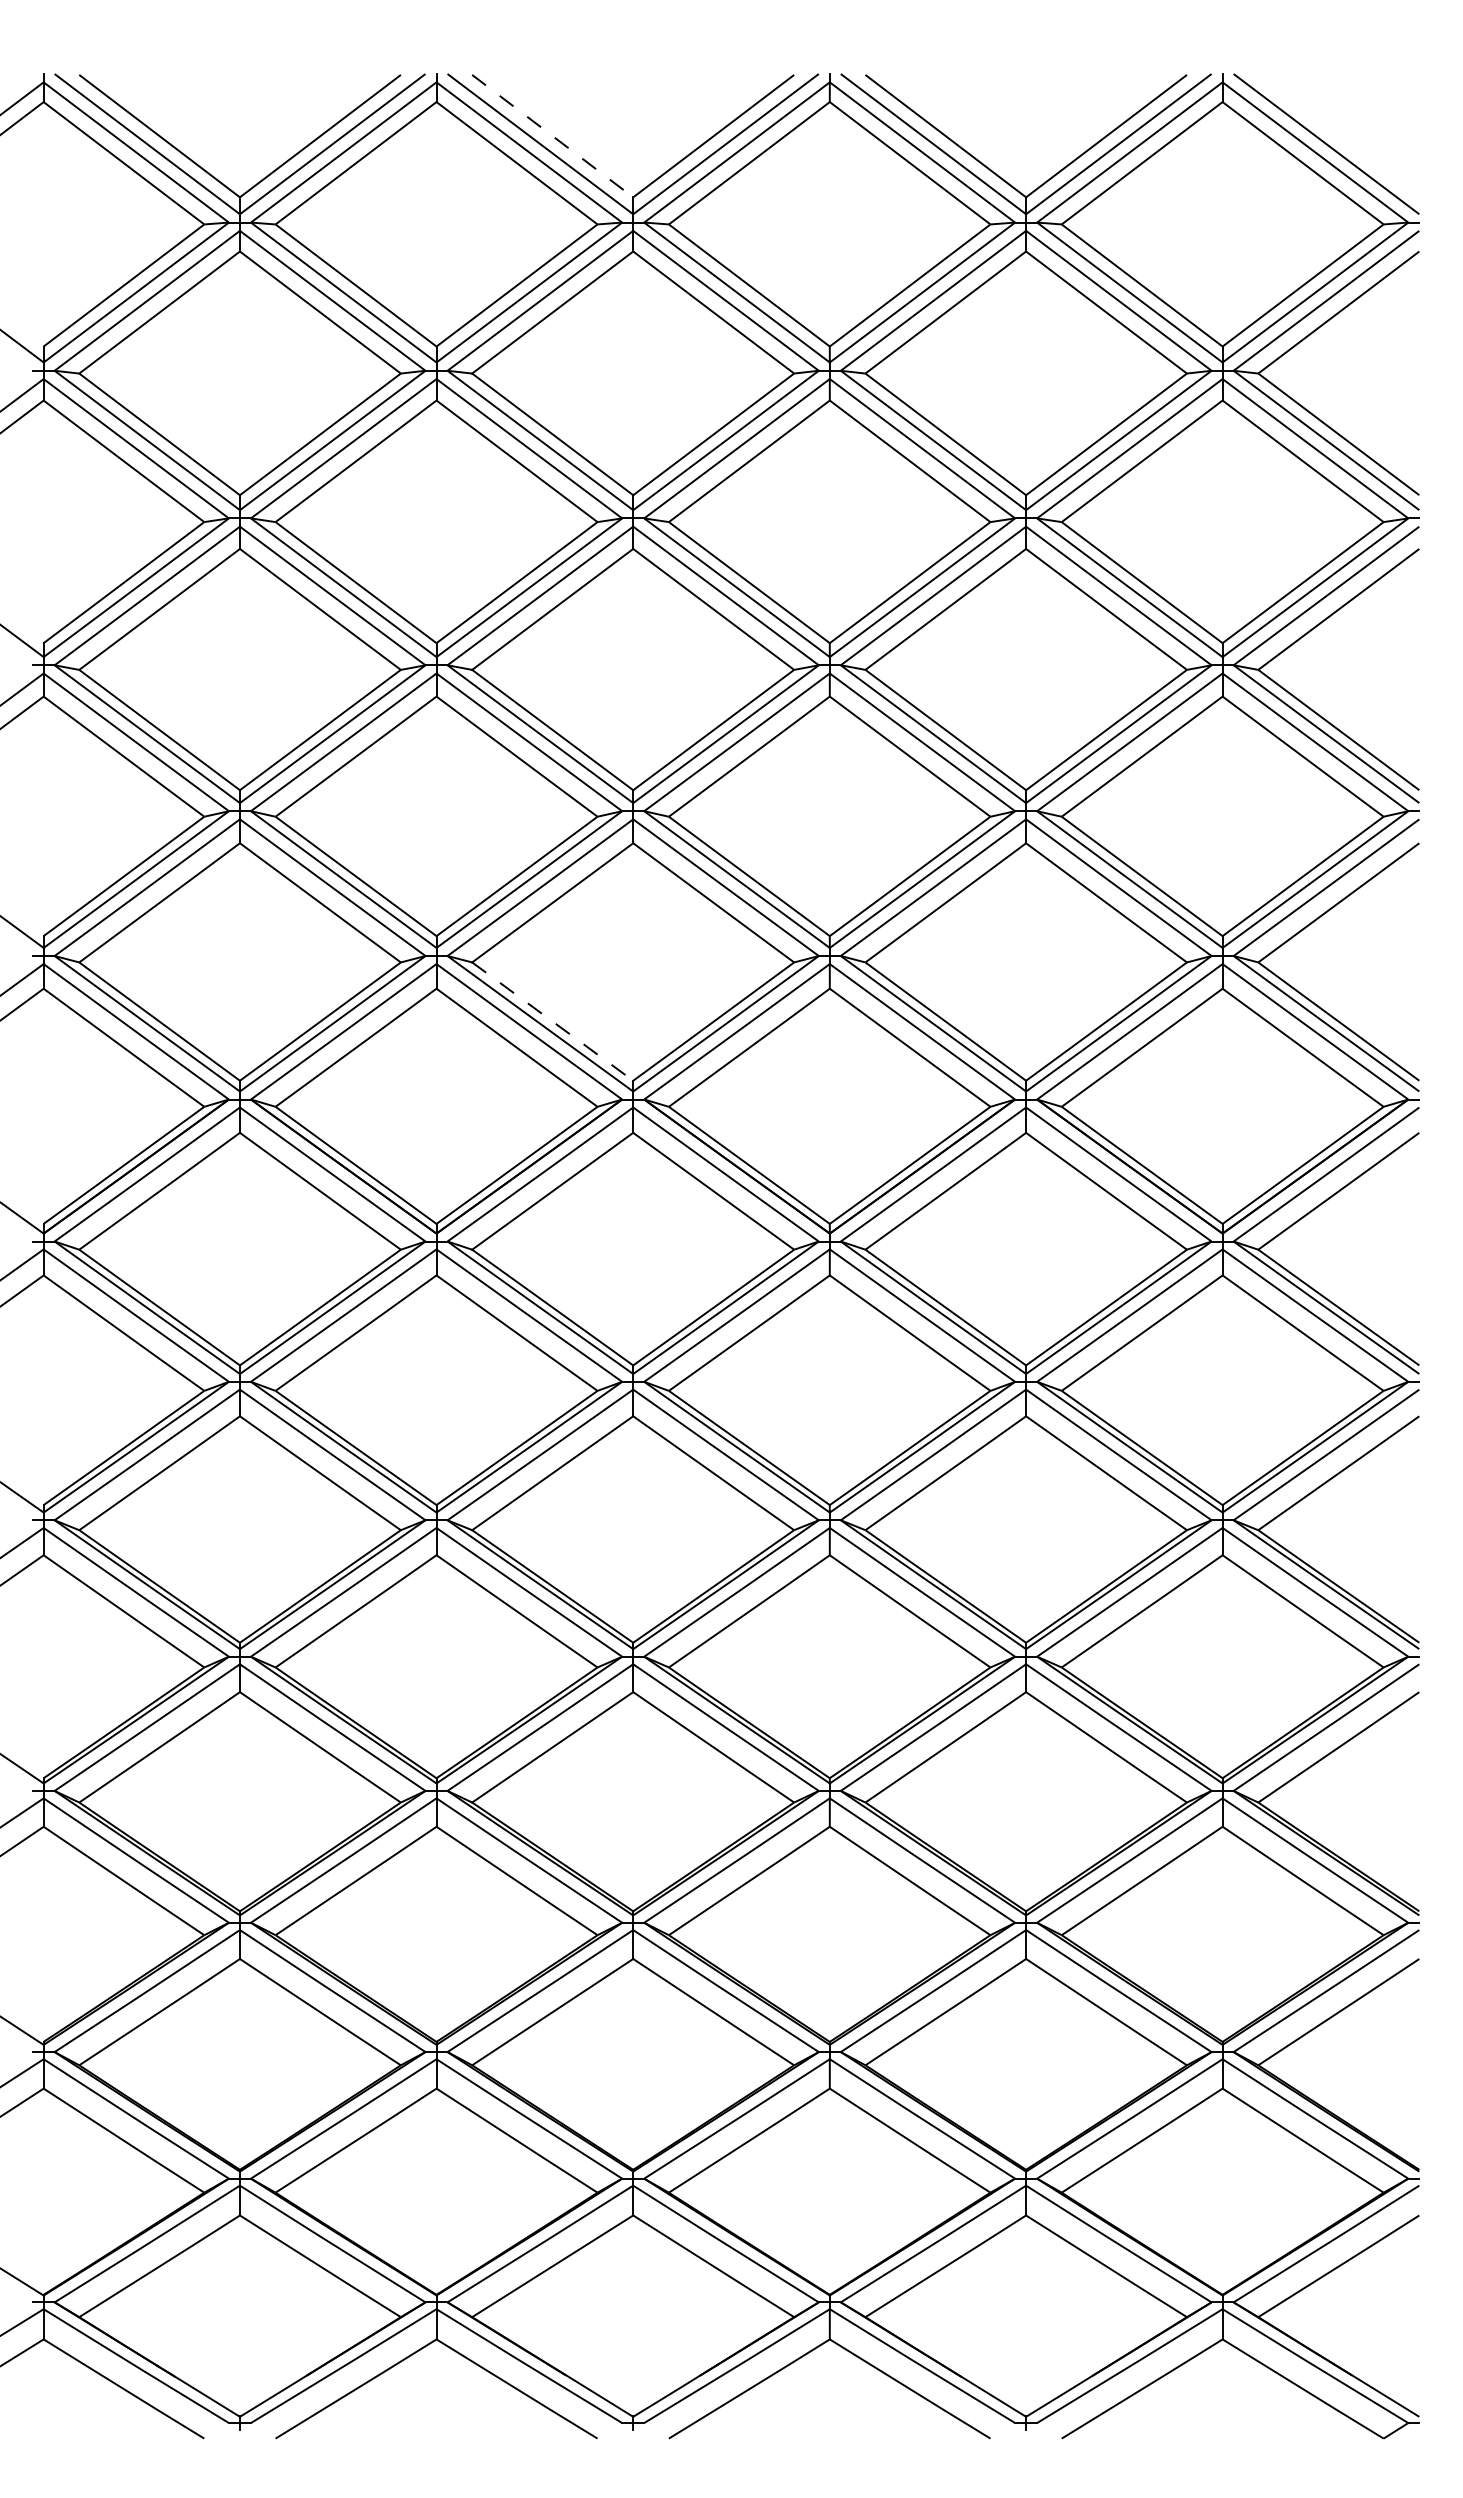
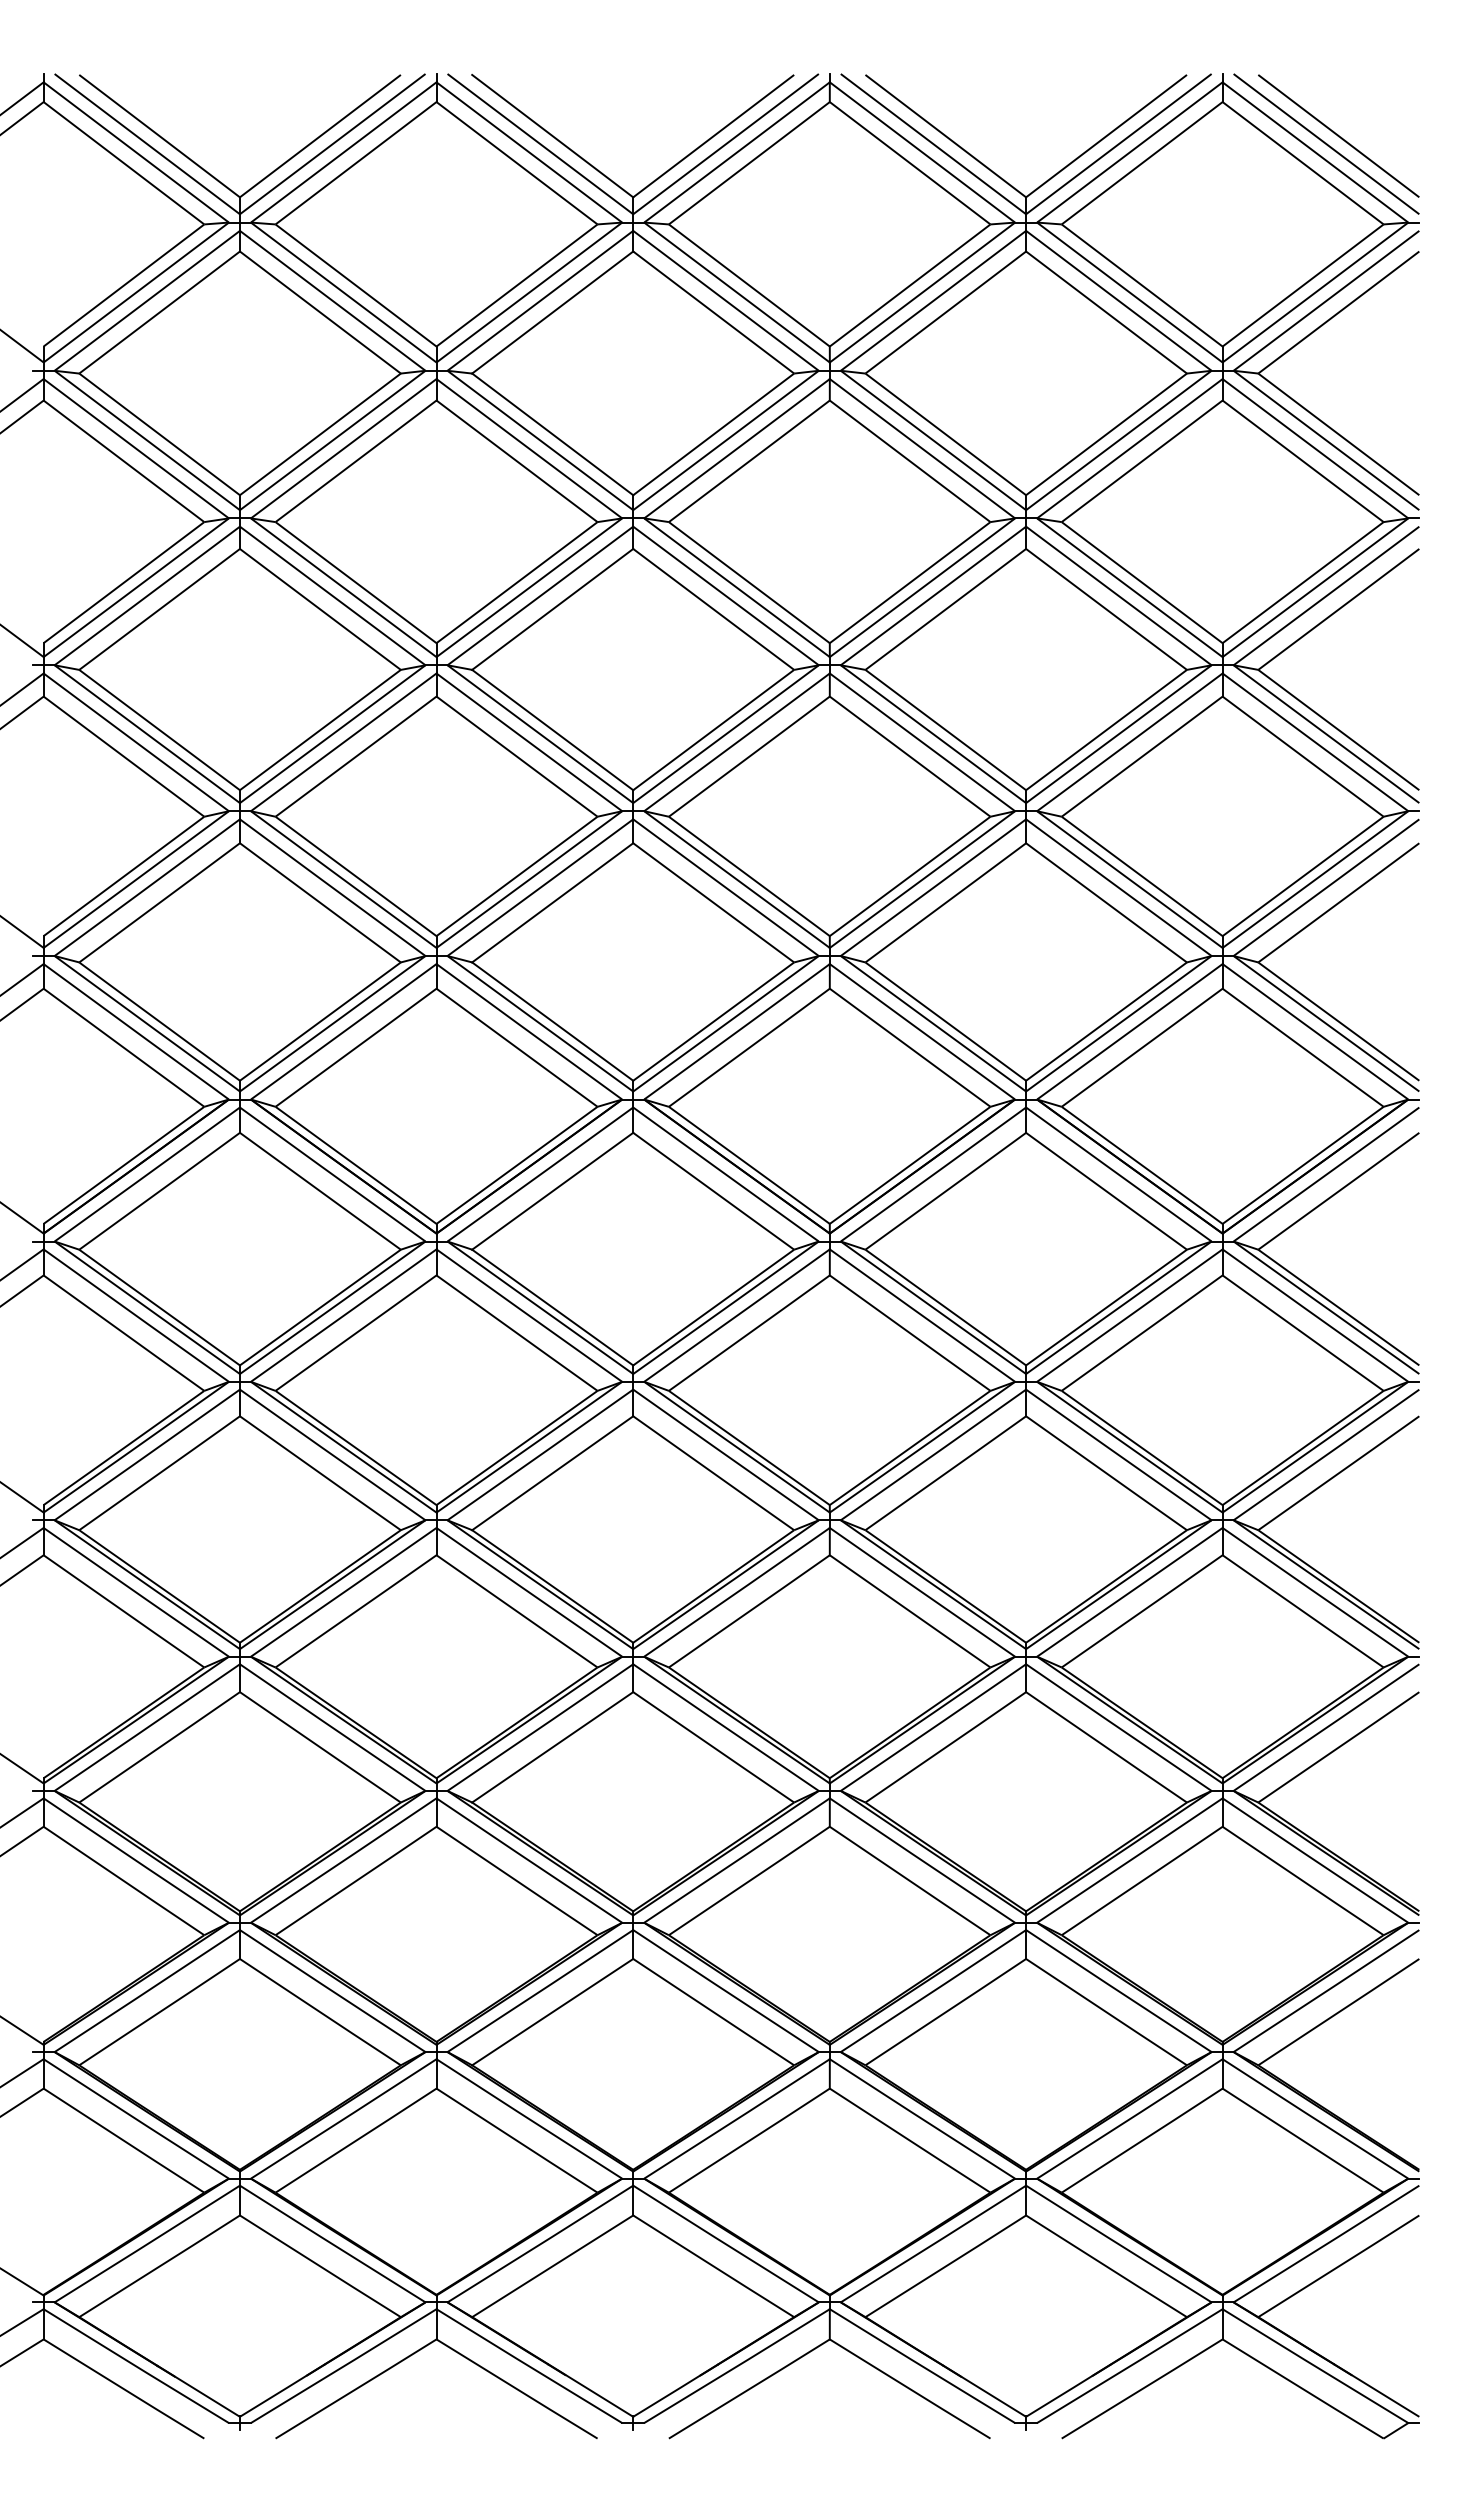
line at (1338, 135): none -> present
line at (553, 136): dashed -> solid
line at (552, 1021): dashed -> solid
